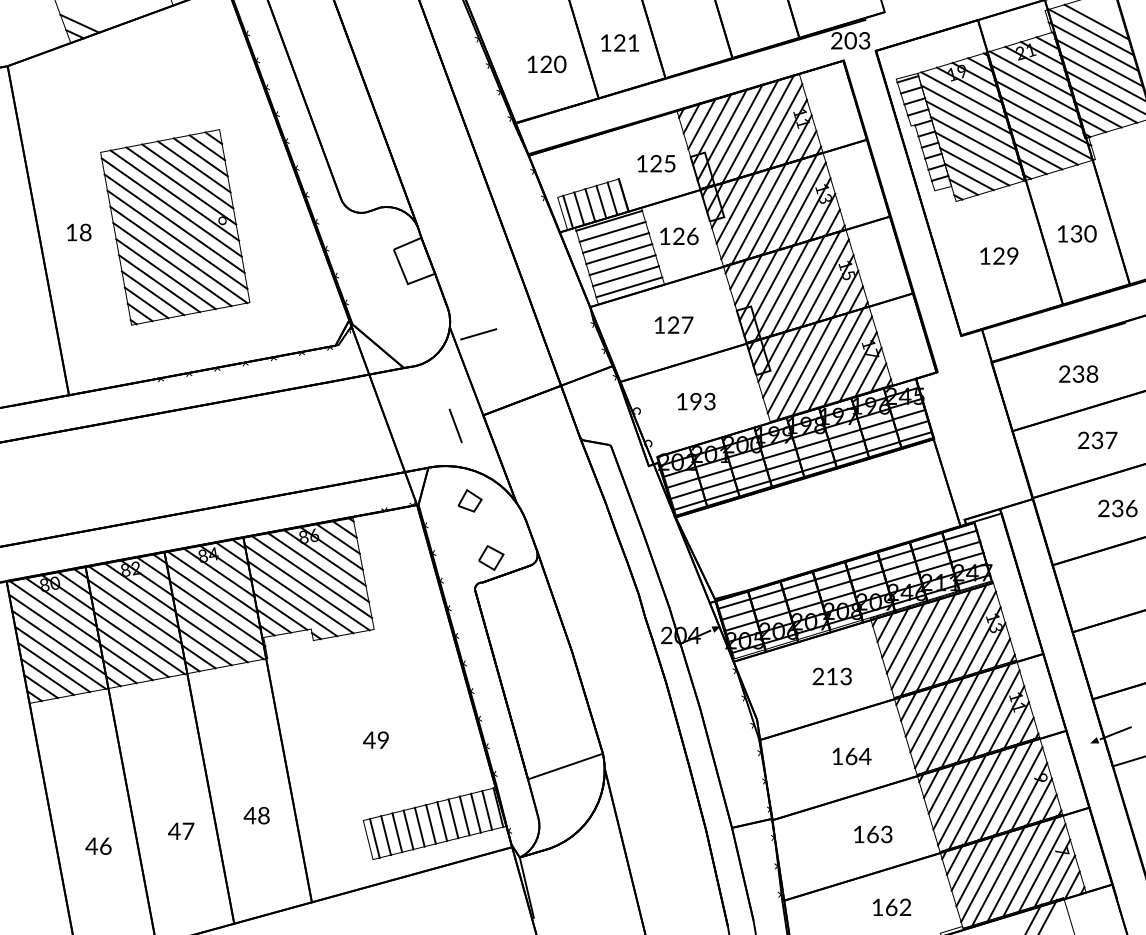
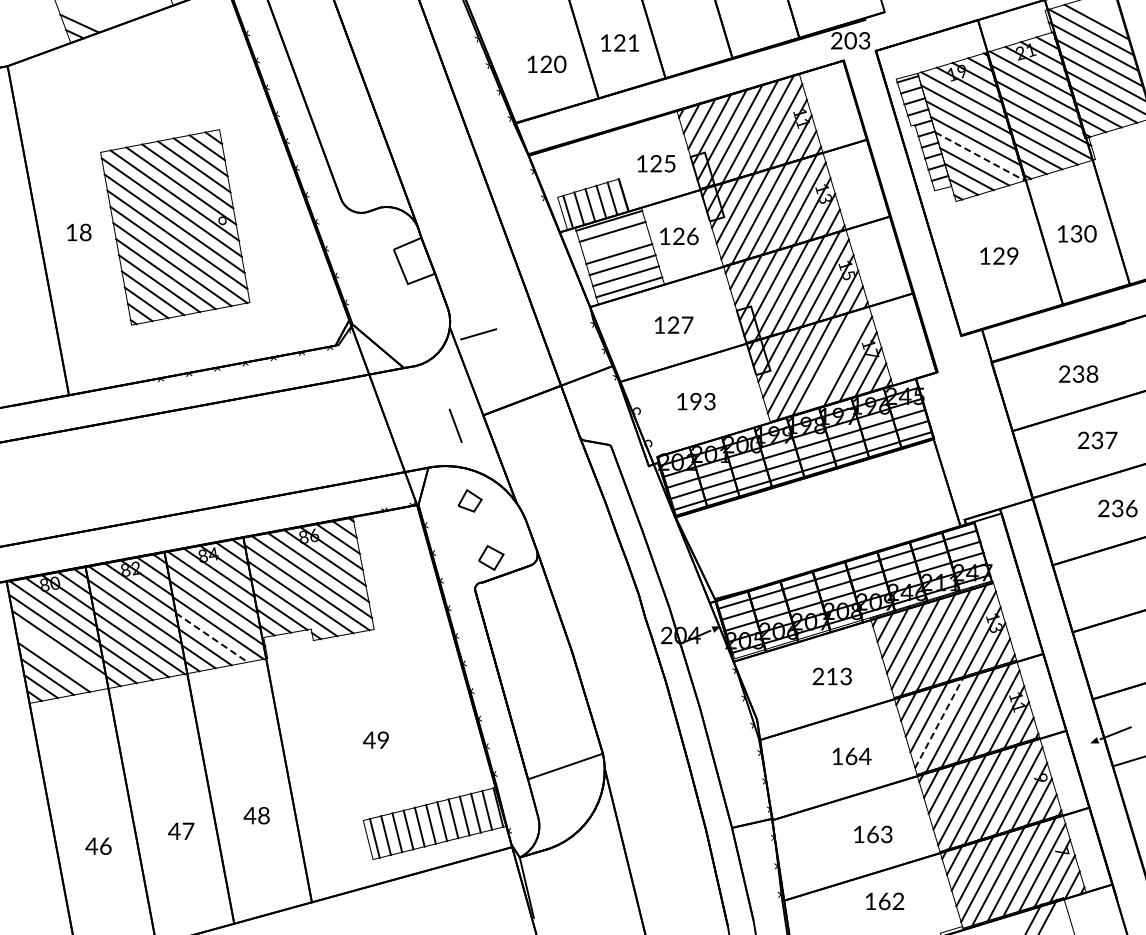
line at (980, 156): solid -> dashed
line at (615, 242): present -> none
line at (835, 359): present -> none
line at (211, 637): solid -> dashed
line at (60, 657): present -> none
line at (939, 721): solid -> dashed
text at (892, 907) position: (892, 907) -> (885, 901)
